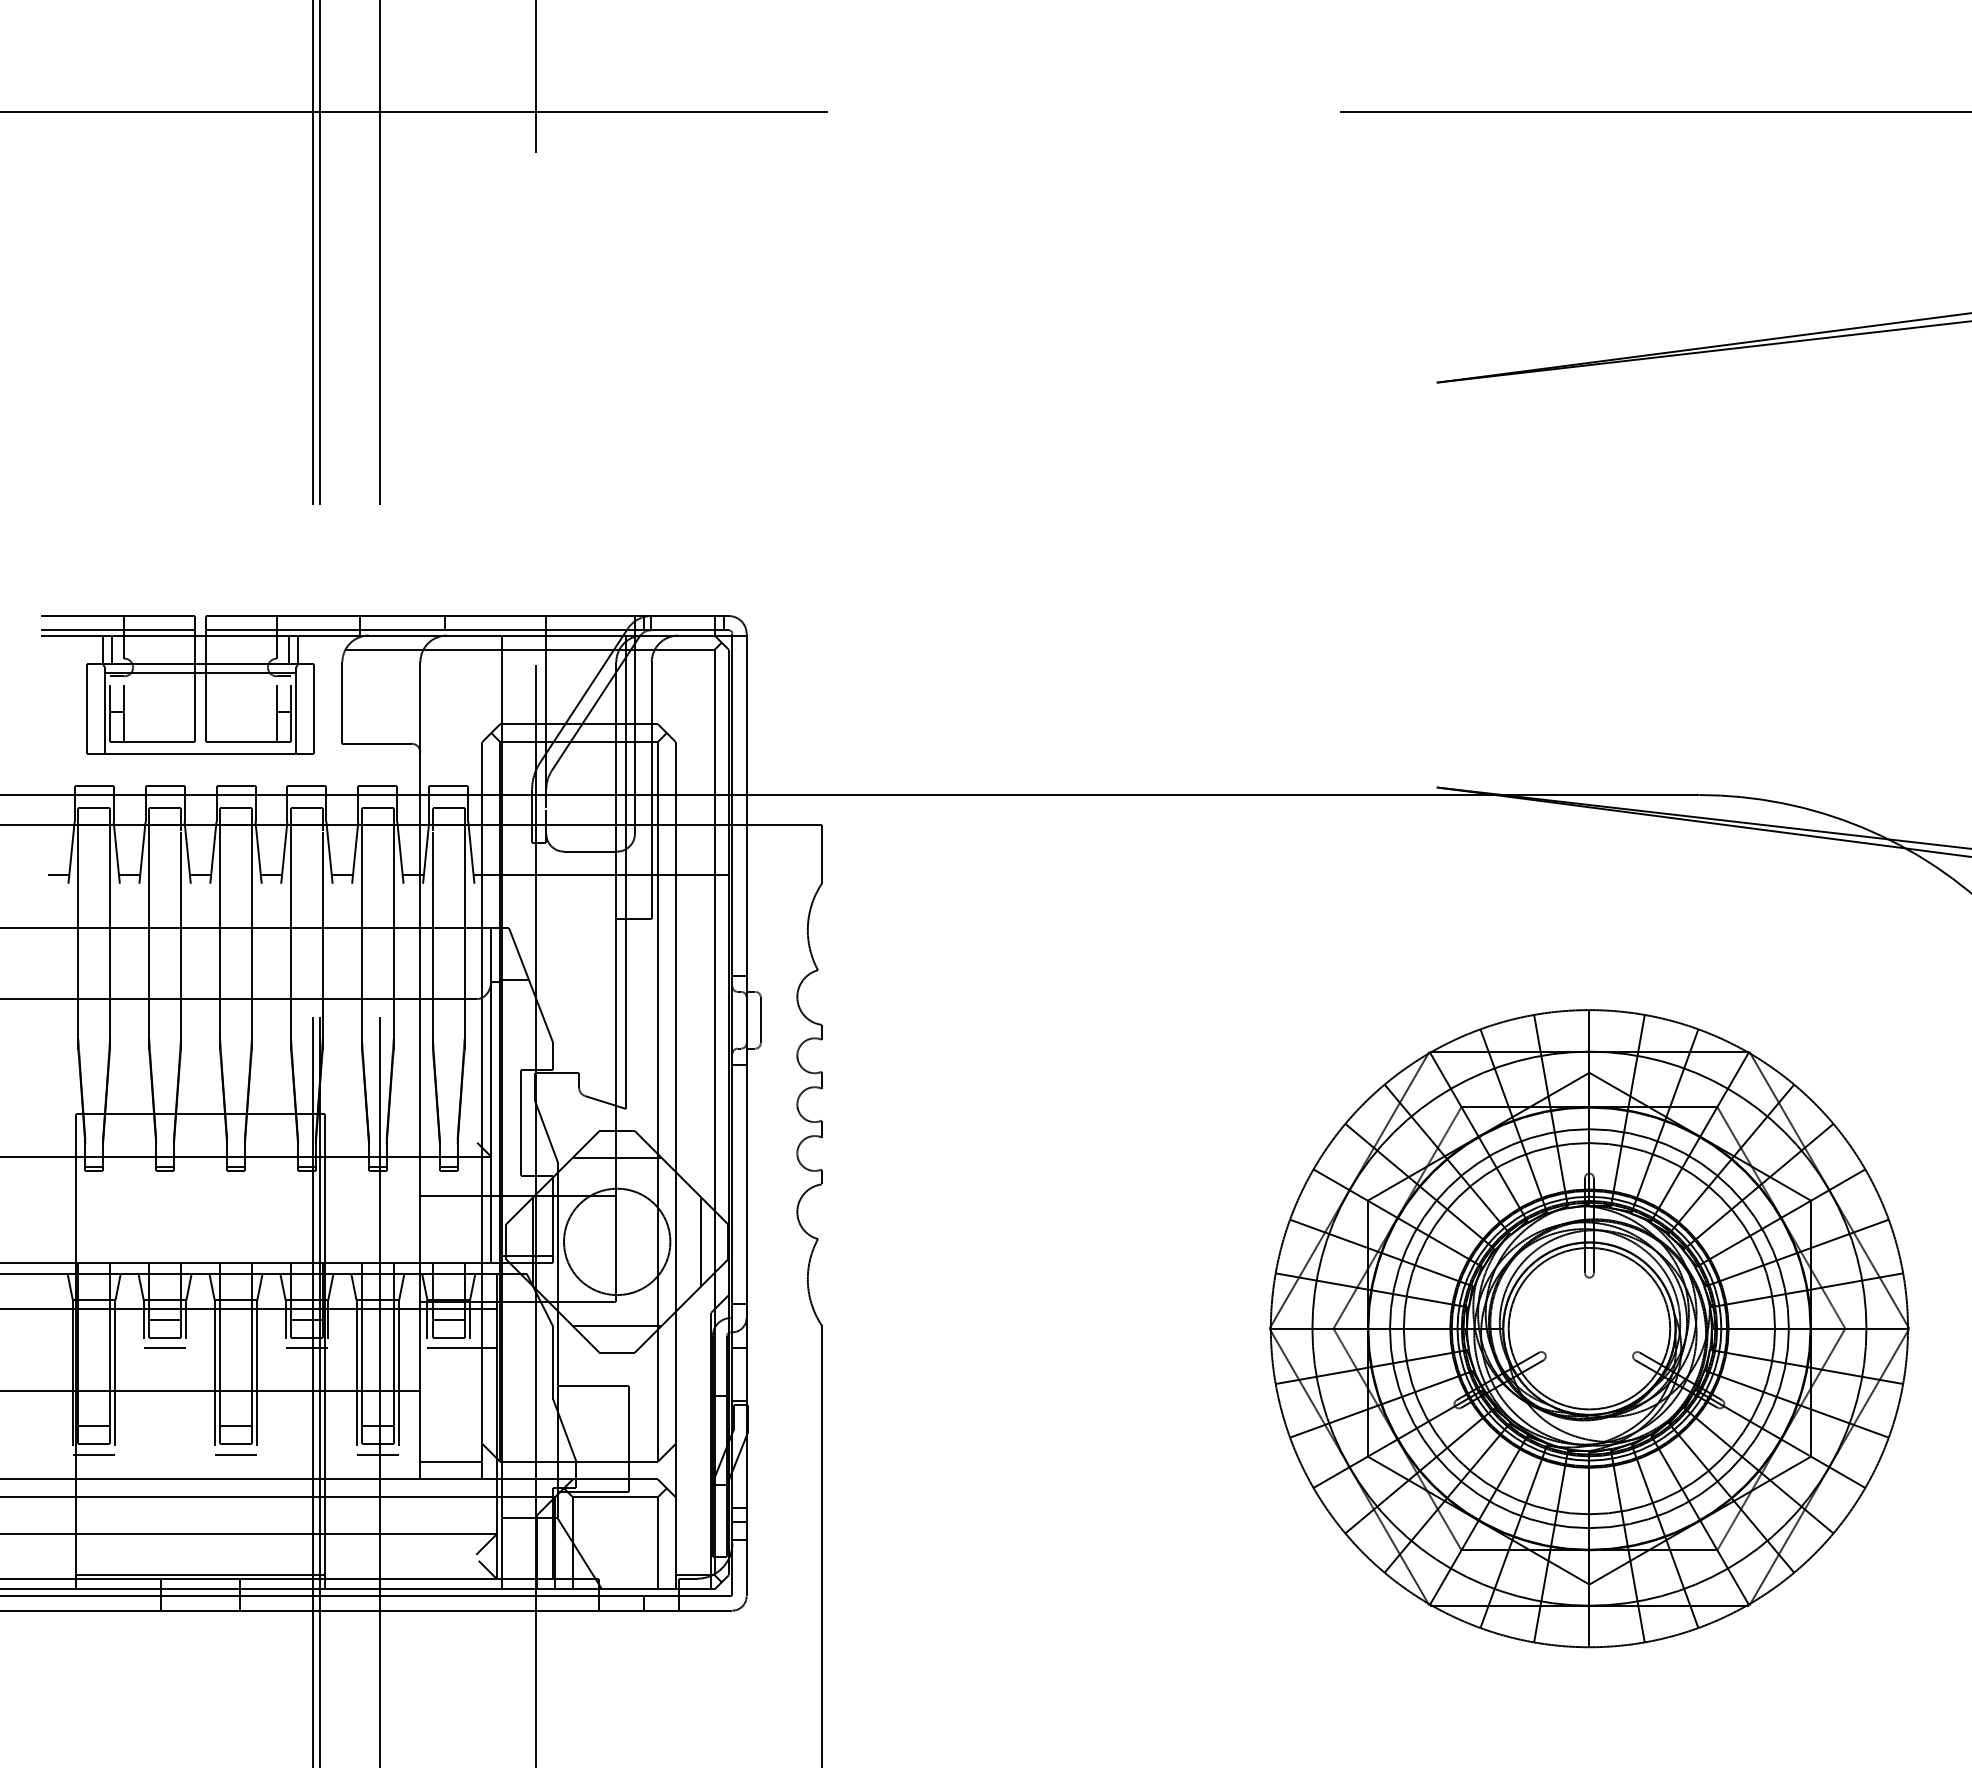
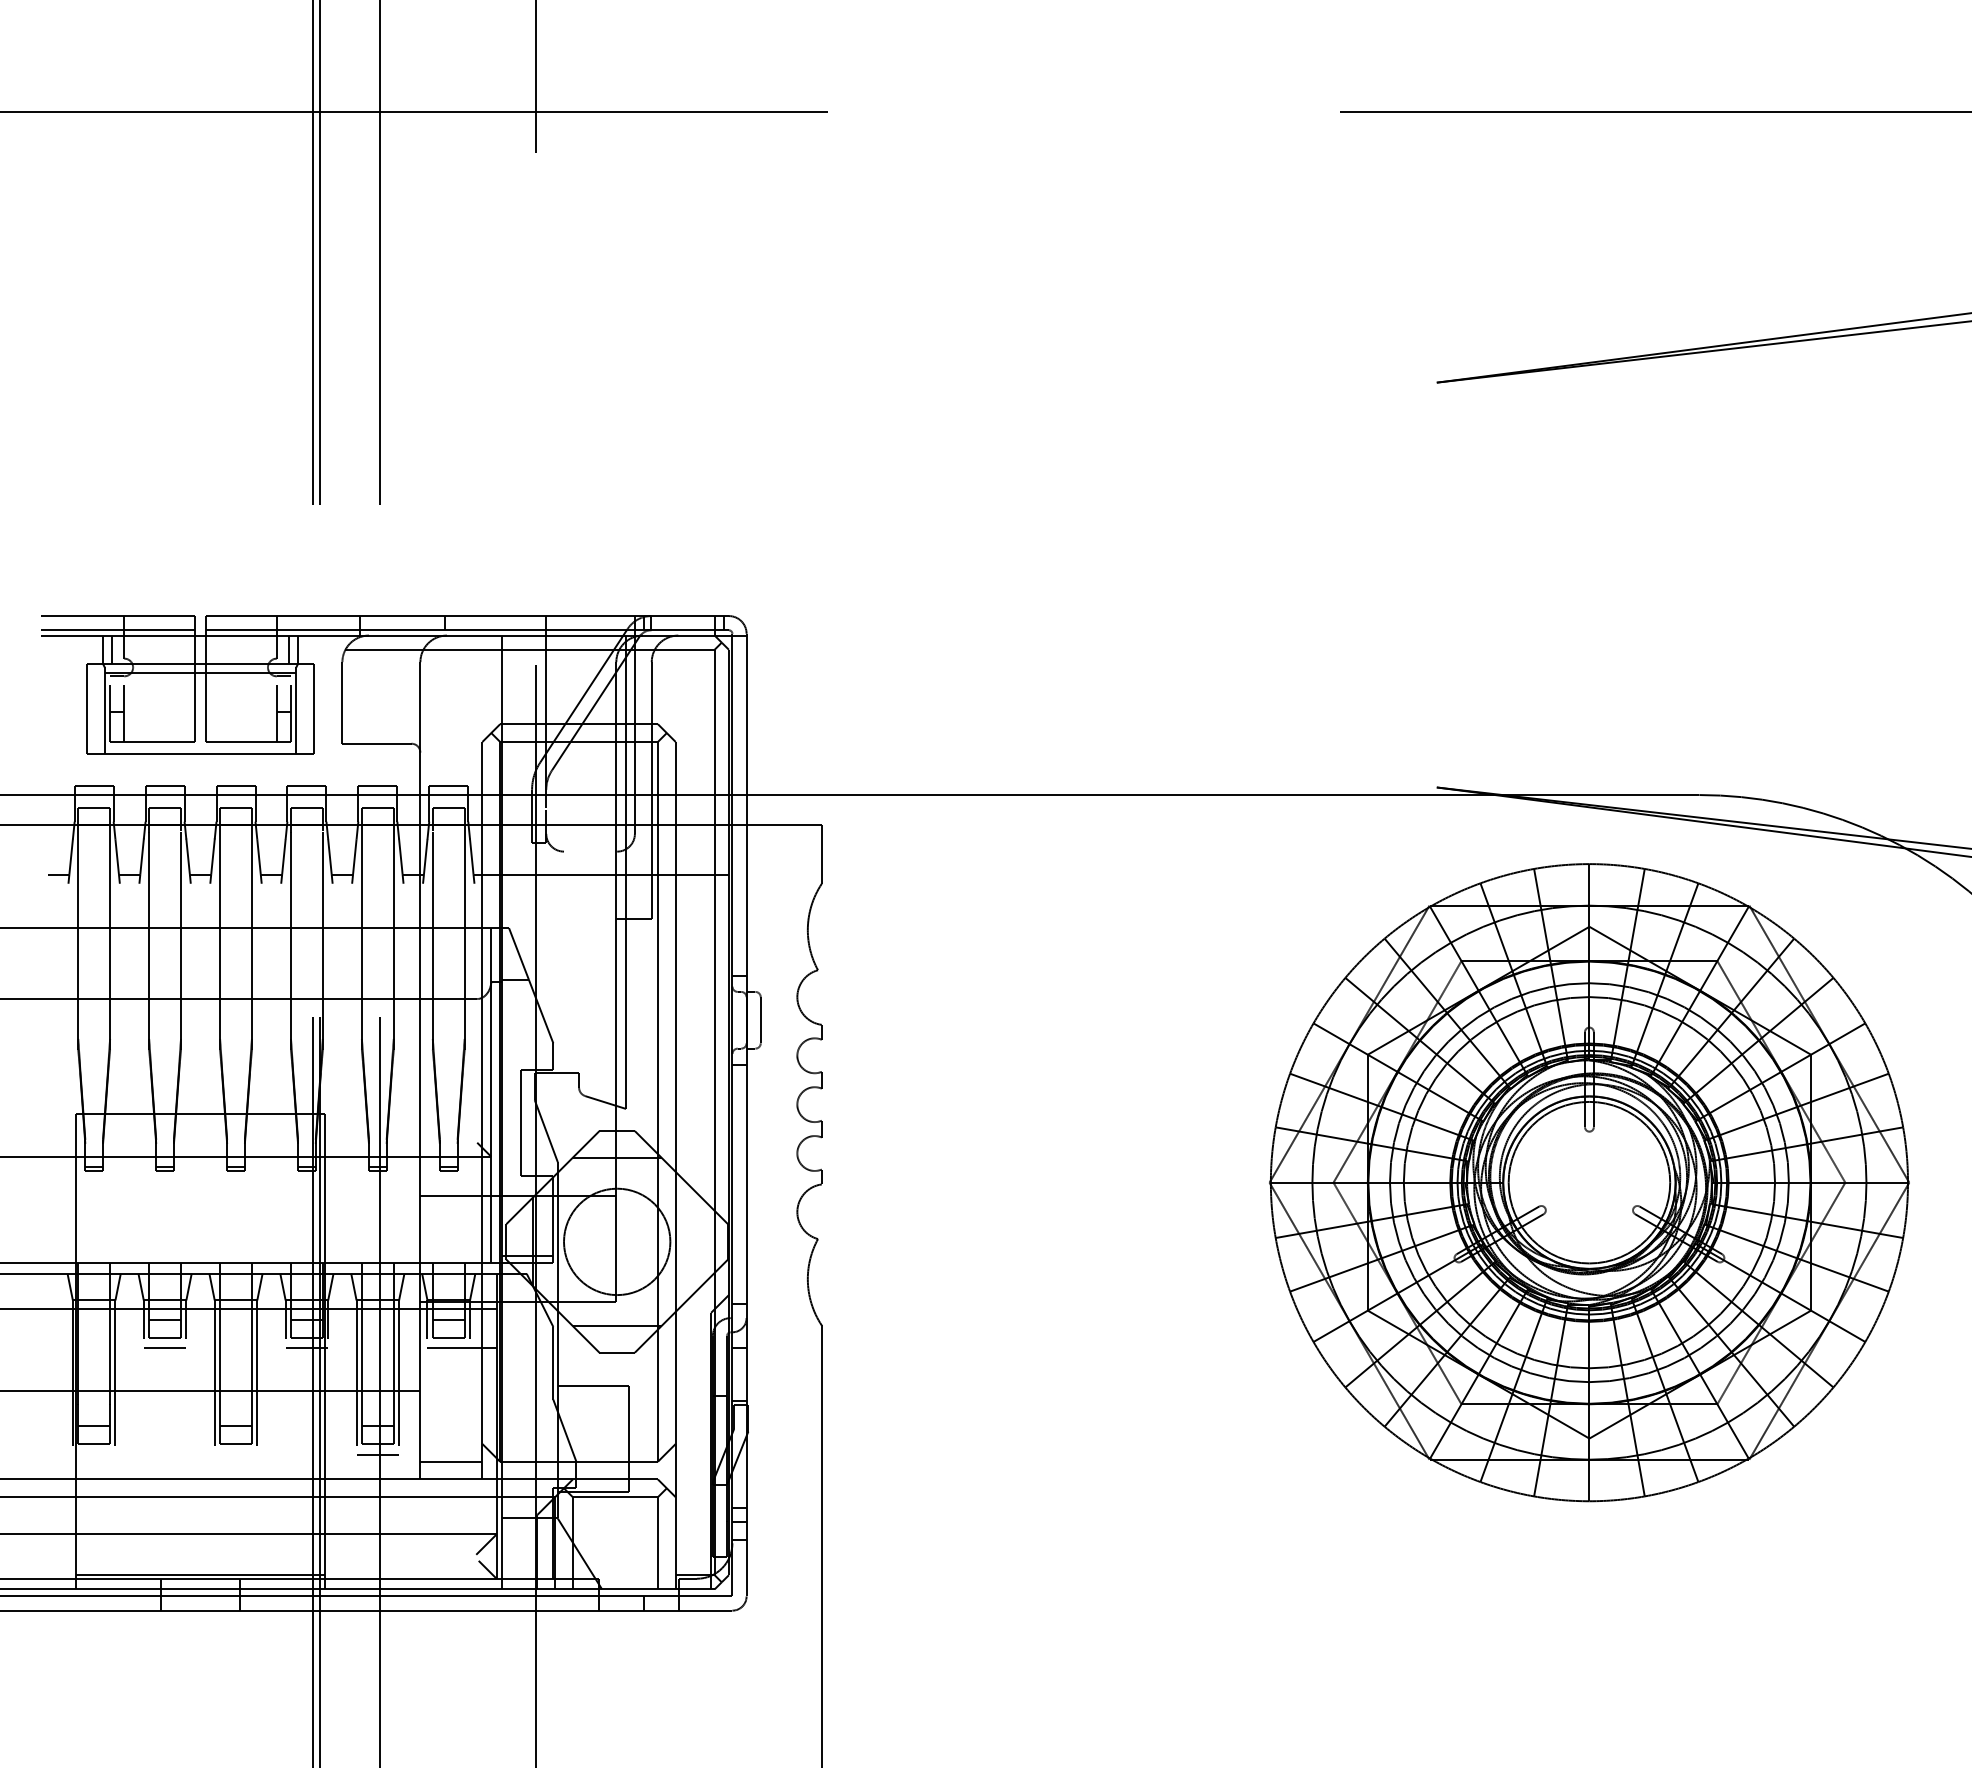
line at (590, 851): present -> none
line at (701, 1241): present -> none
part at (1589, 1328) position: (1589, 1328) -> (1589, 1182)
line at (93, 1454): present -> none
line at (235, 1454): present -> none
